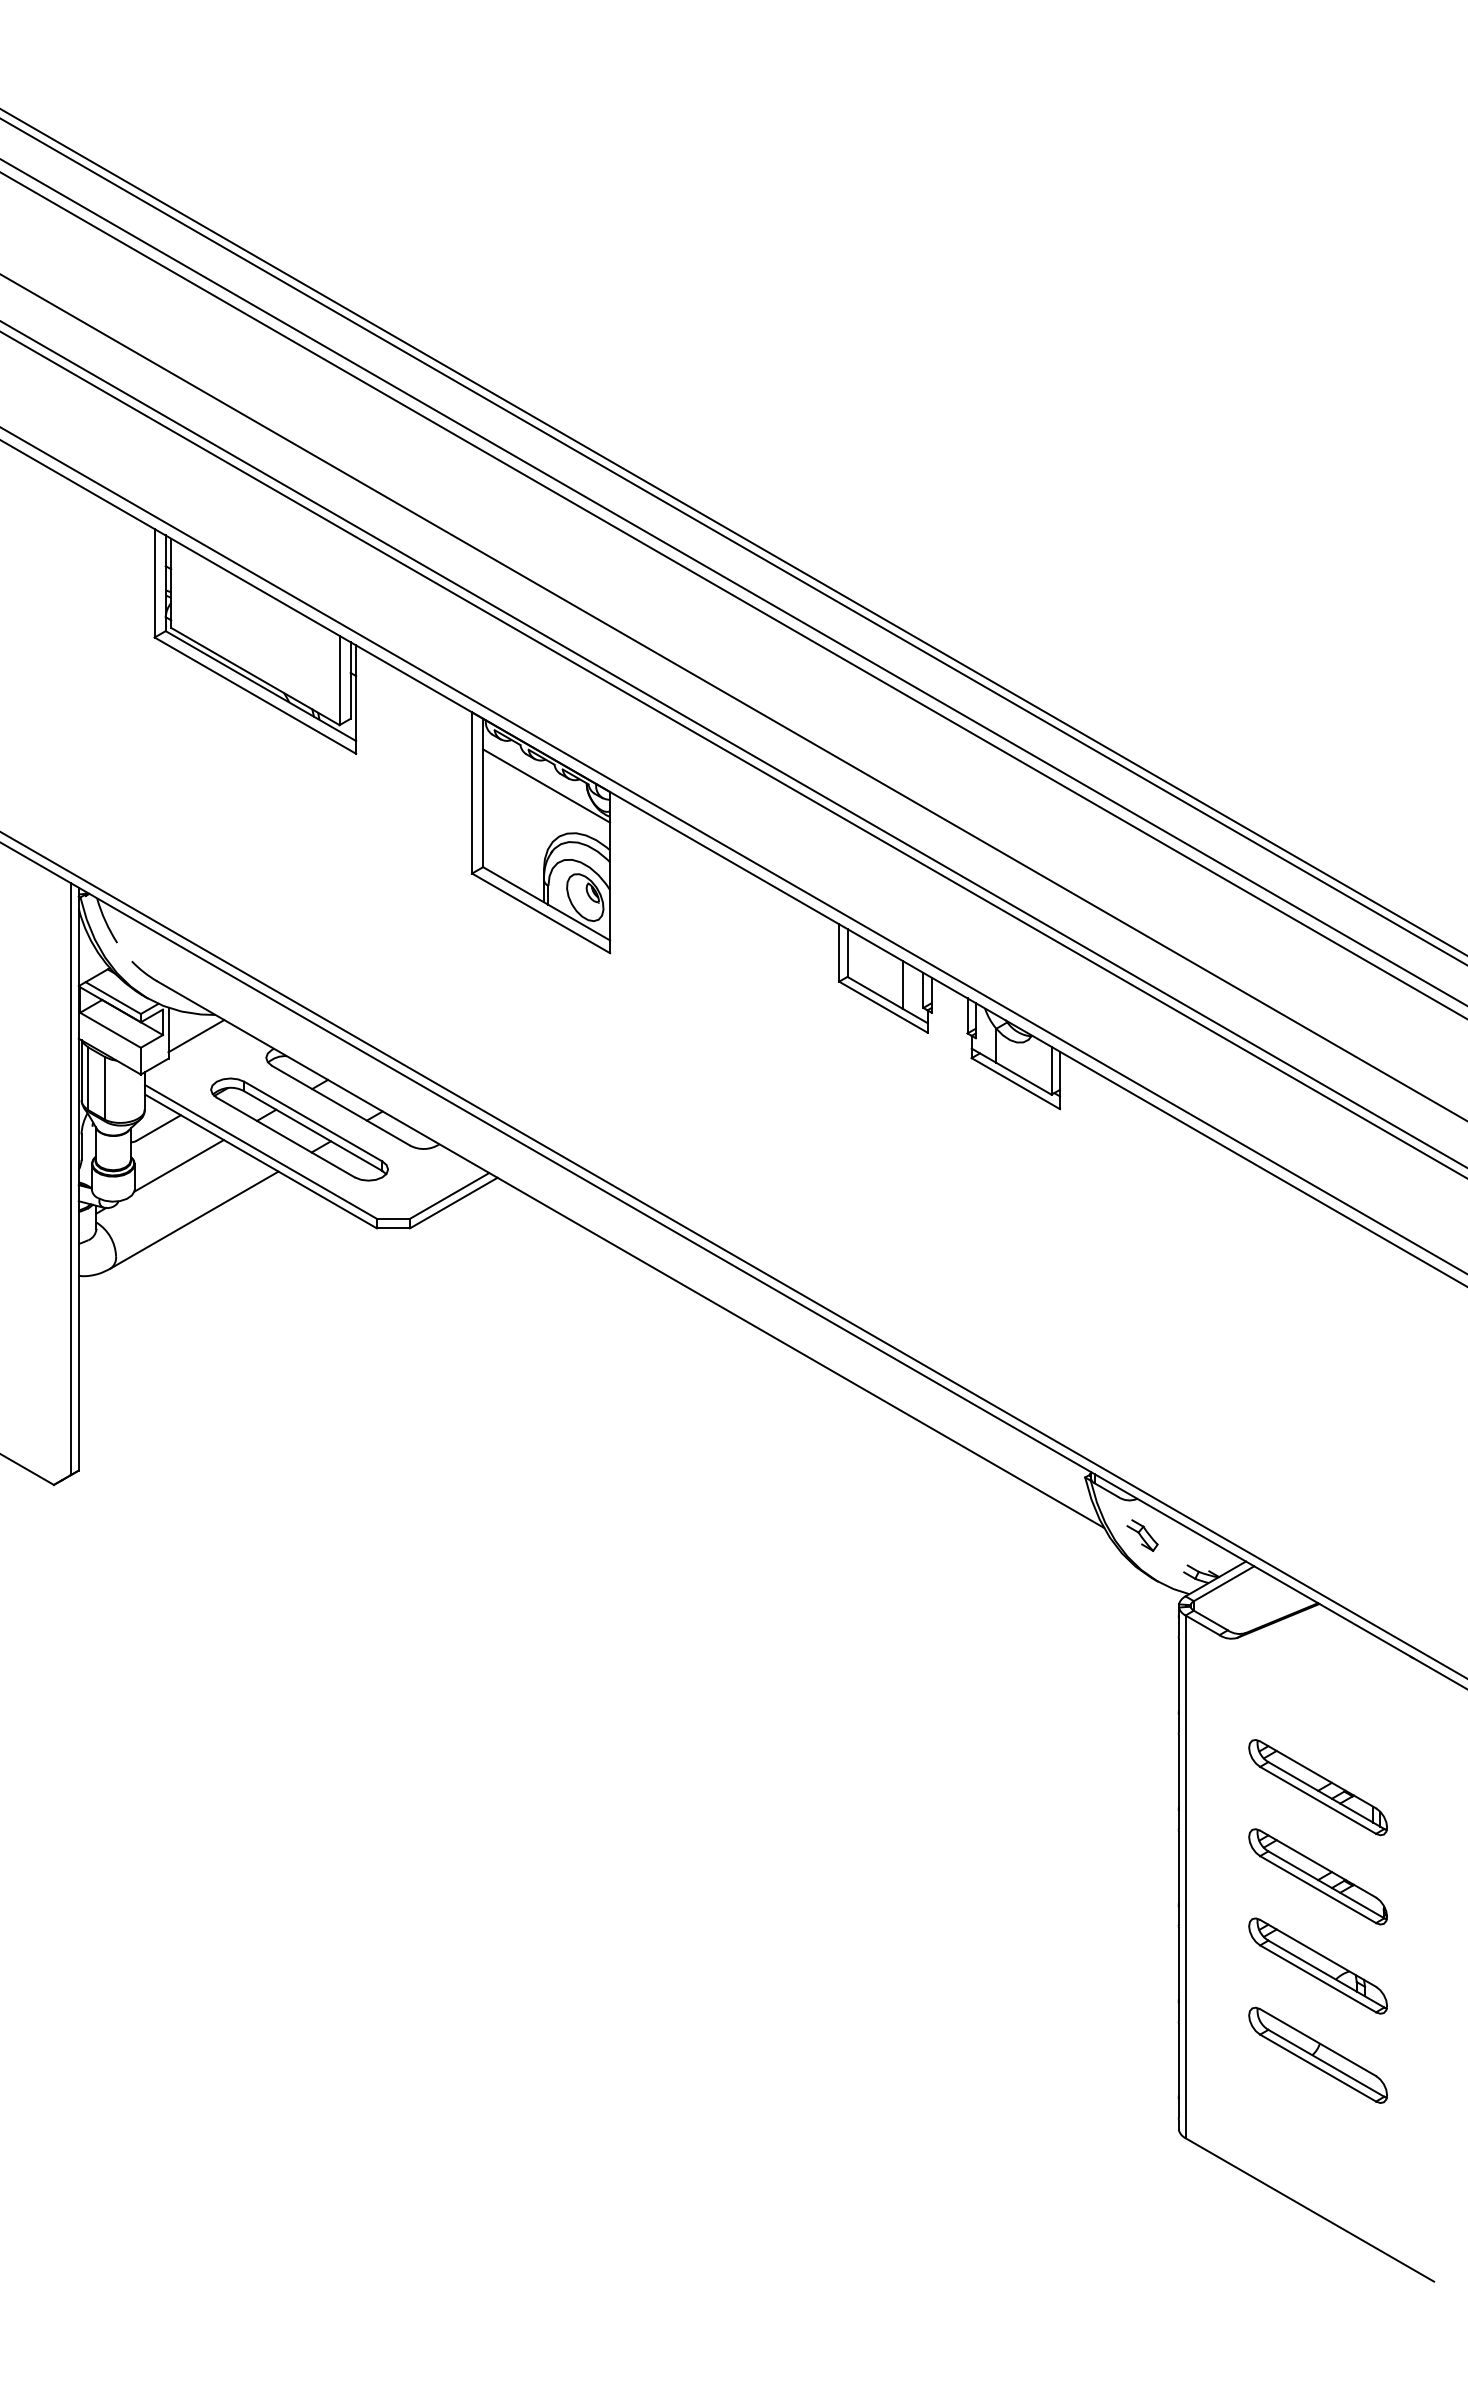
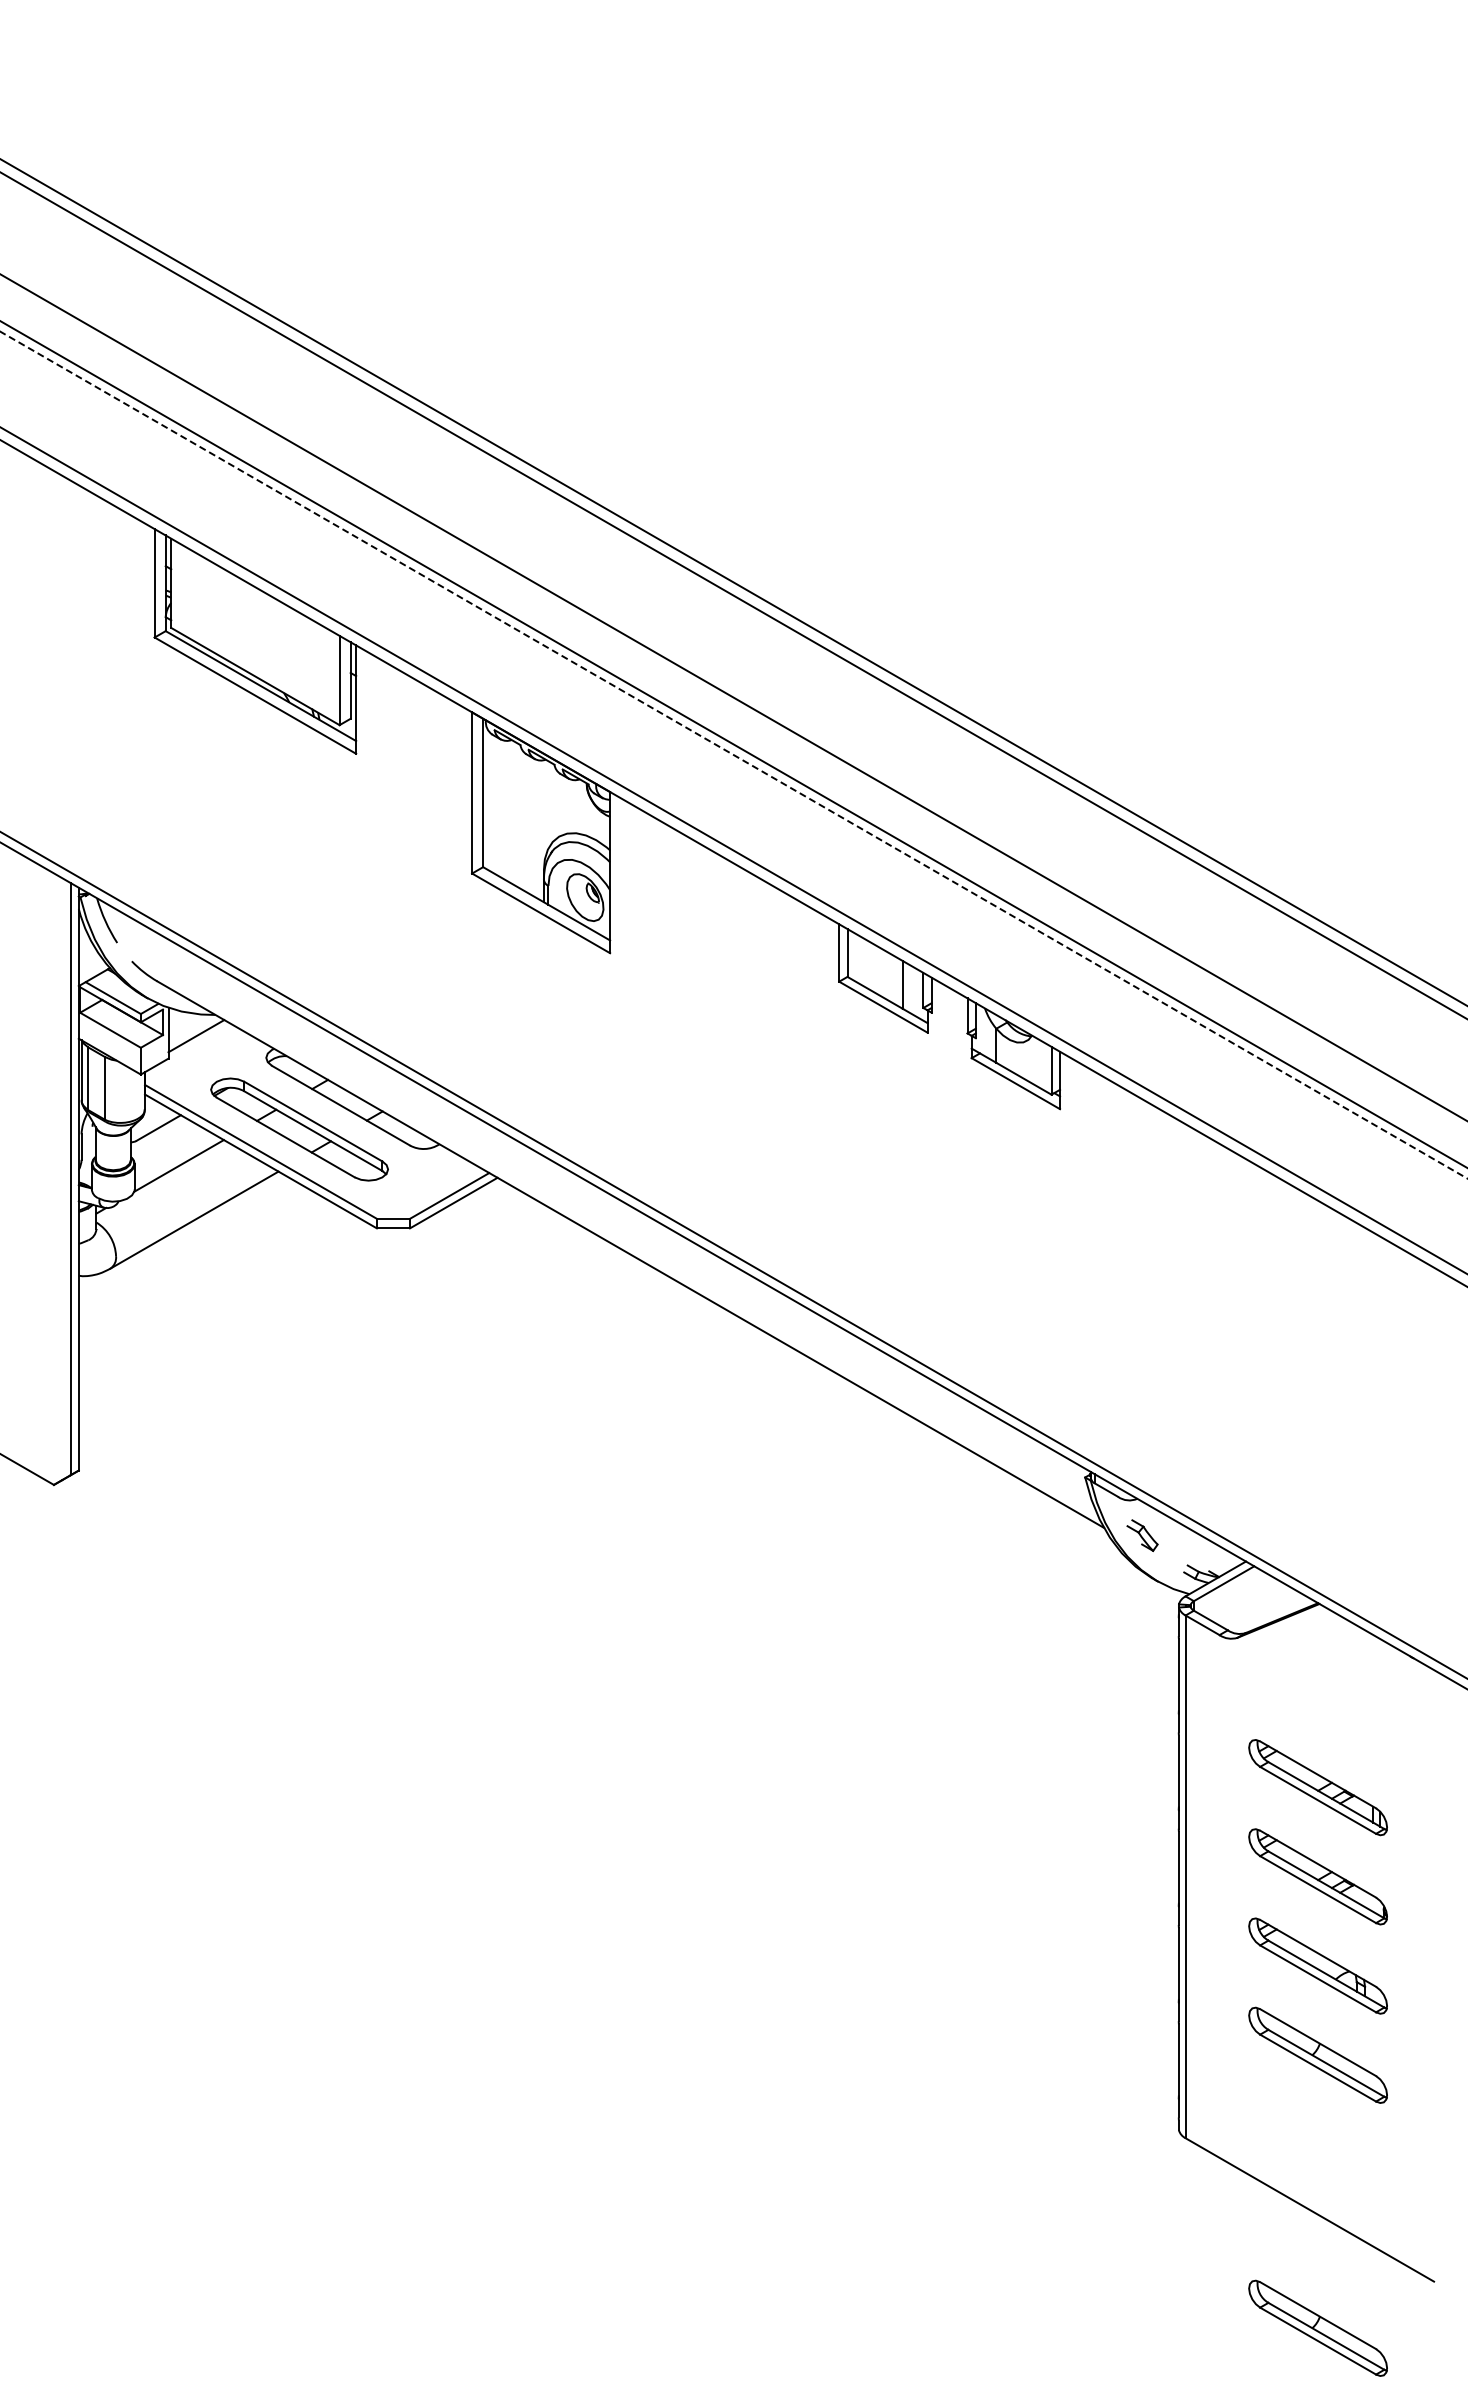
line at (733, 532): present -> none
line at (733, 541): present -> none
line at (733, 755): solid -> dashed
line at (546, 785): present -> none
part at (1317, 2327): none -> present
